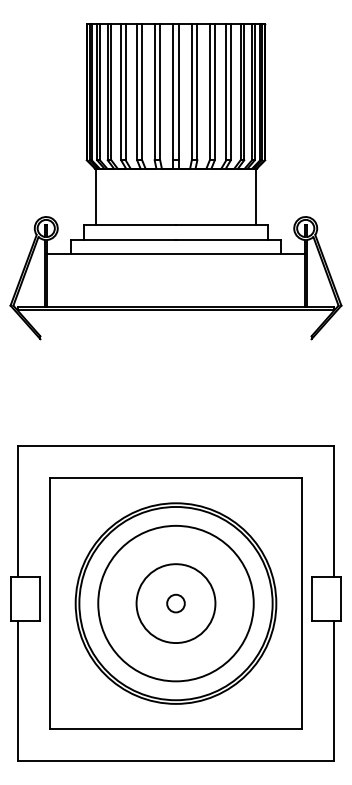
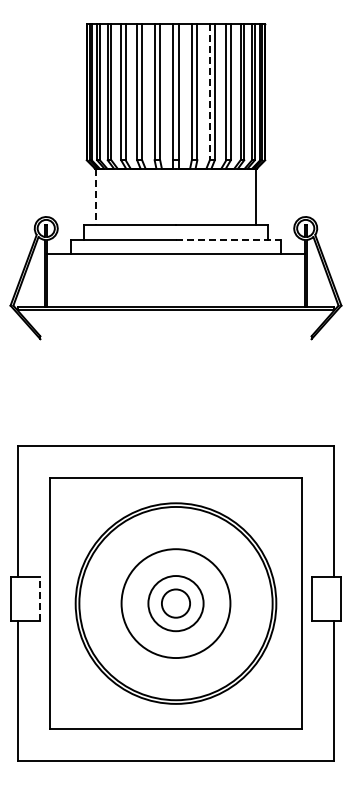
line at (209, 92): solid -> dashed
line at (95, 197): solid -> dashed
line at (228, 239): solid -> dashed
line at (40, 599): solid -> dashed
circle at (175, 603) diameter: 156 px -> 109 px
circle at (175, 603) diameter: 18 px -> 28 px
circle at (175, 603) diameter: 79 px -> 55 px
